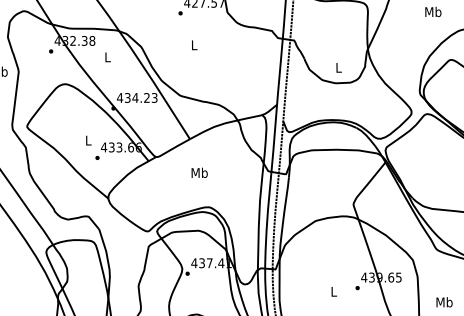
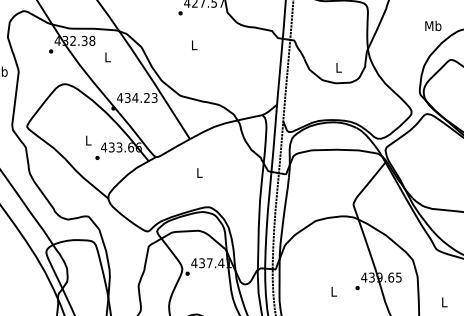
text at (433, 11) position: (433, 11) -> (433, 25)
text at (199, 172): Mb -> L
text at (444, 302): Mb -> L
